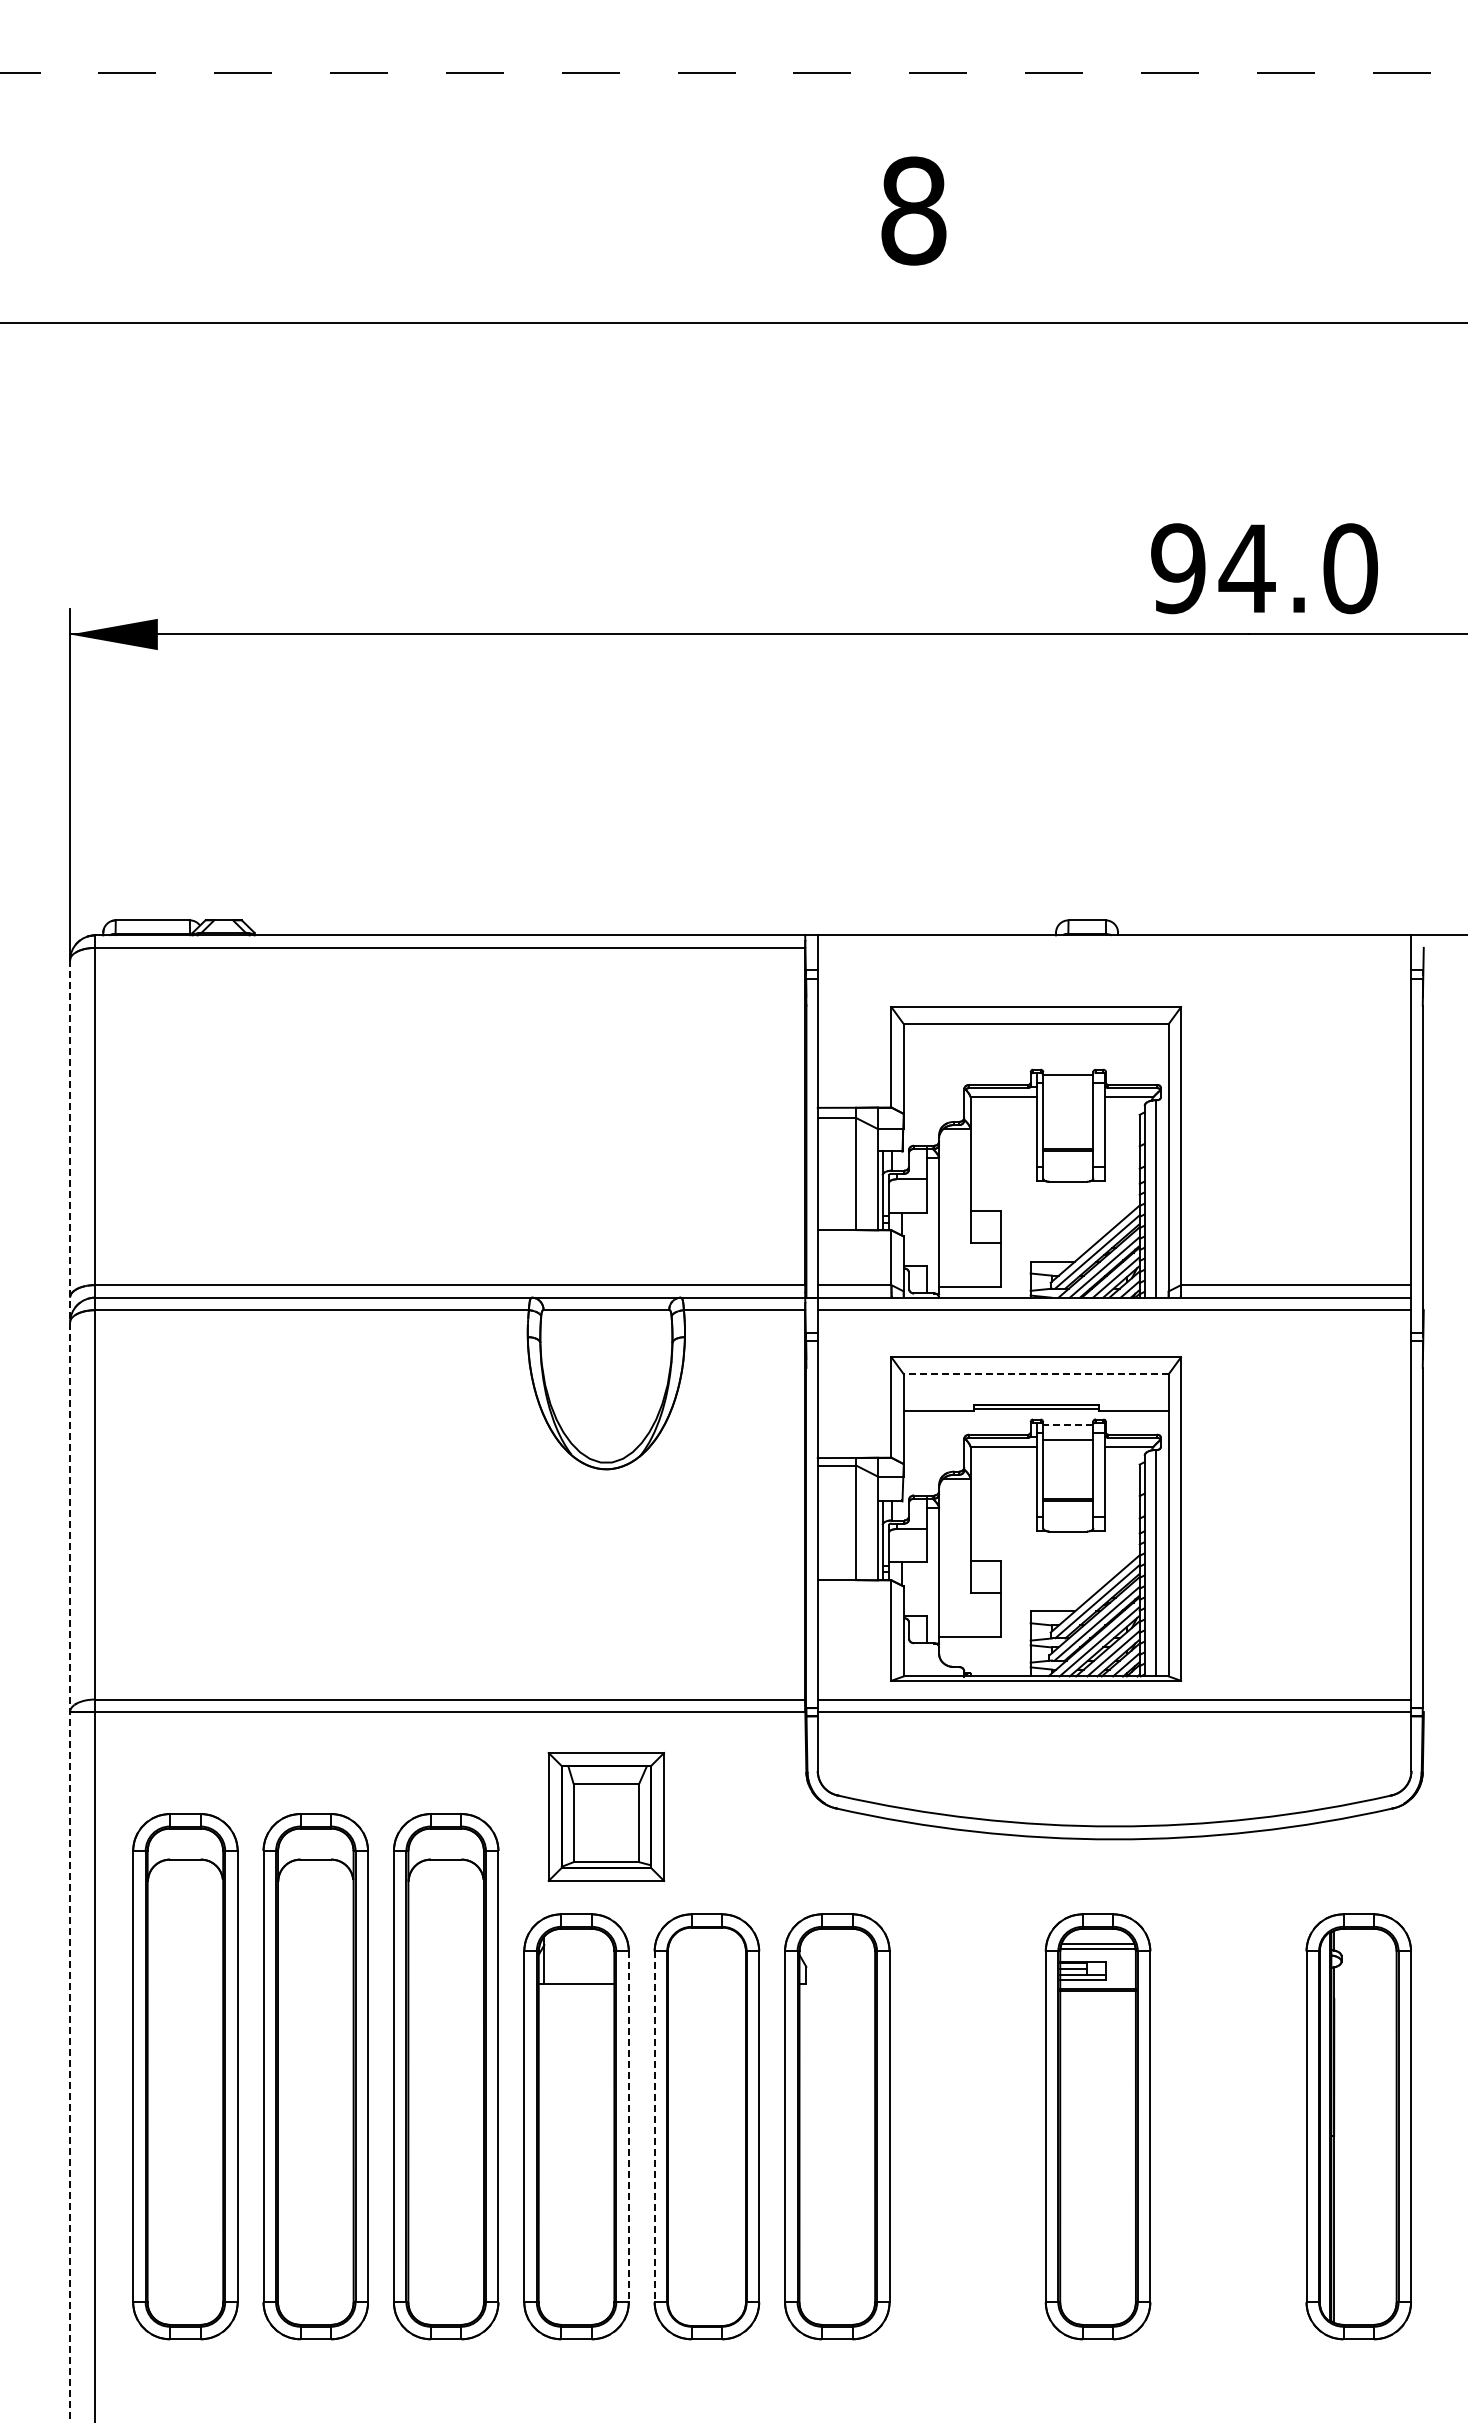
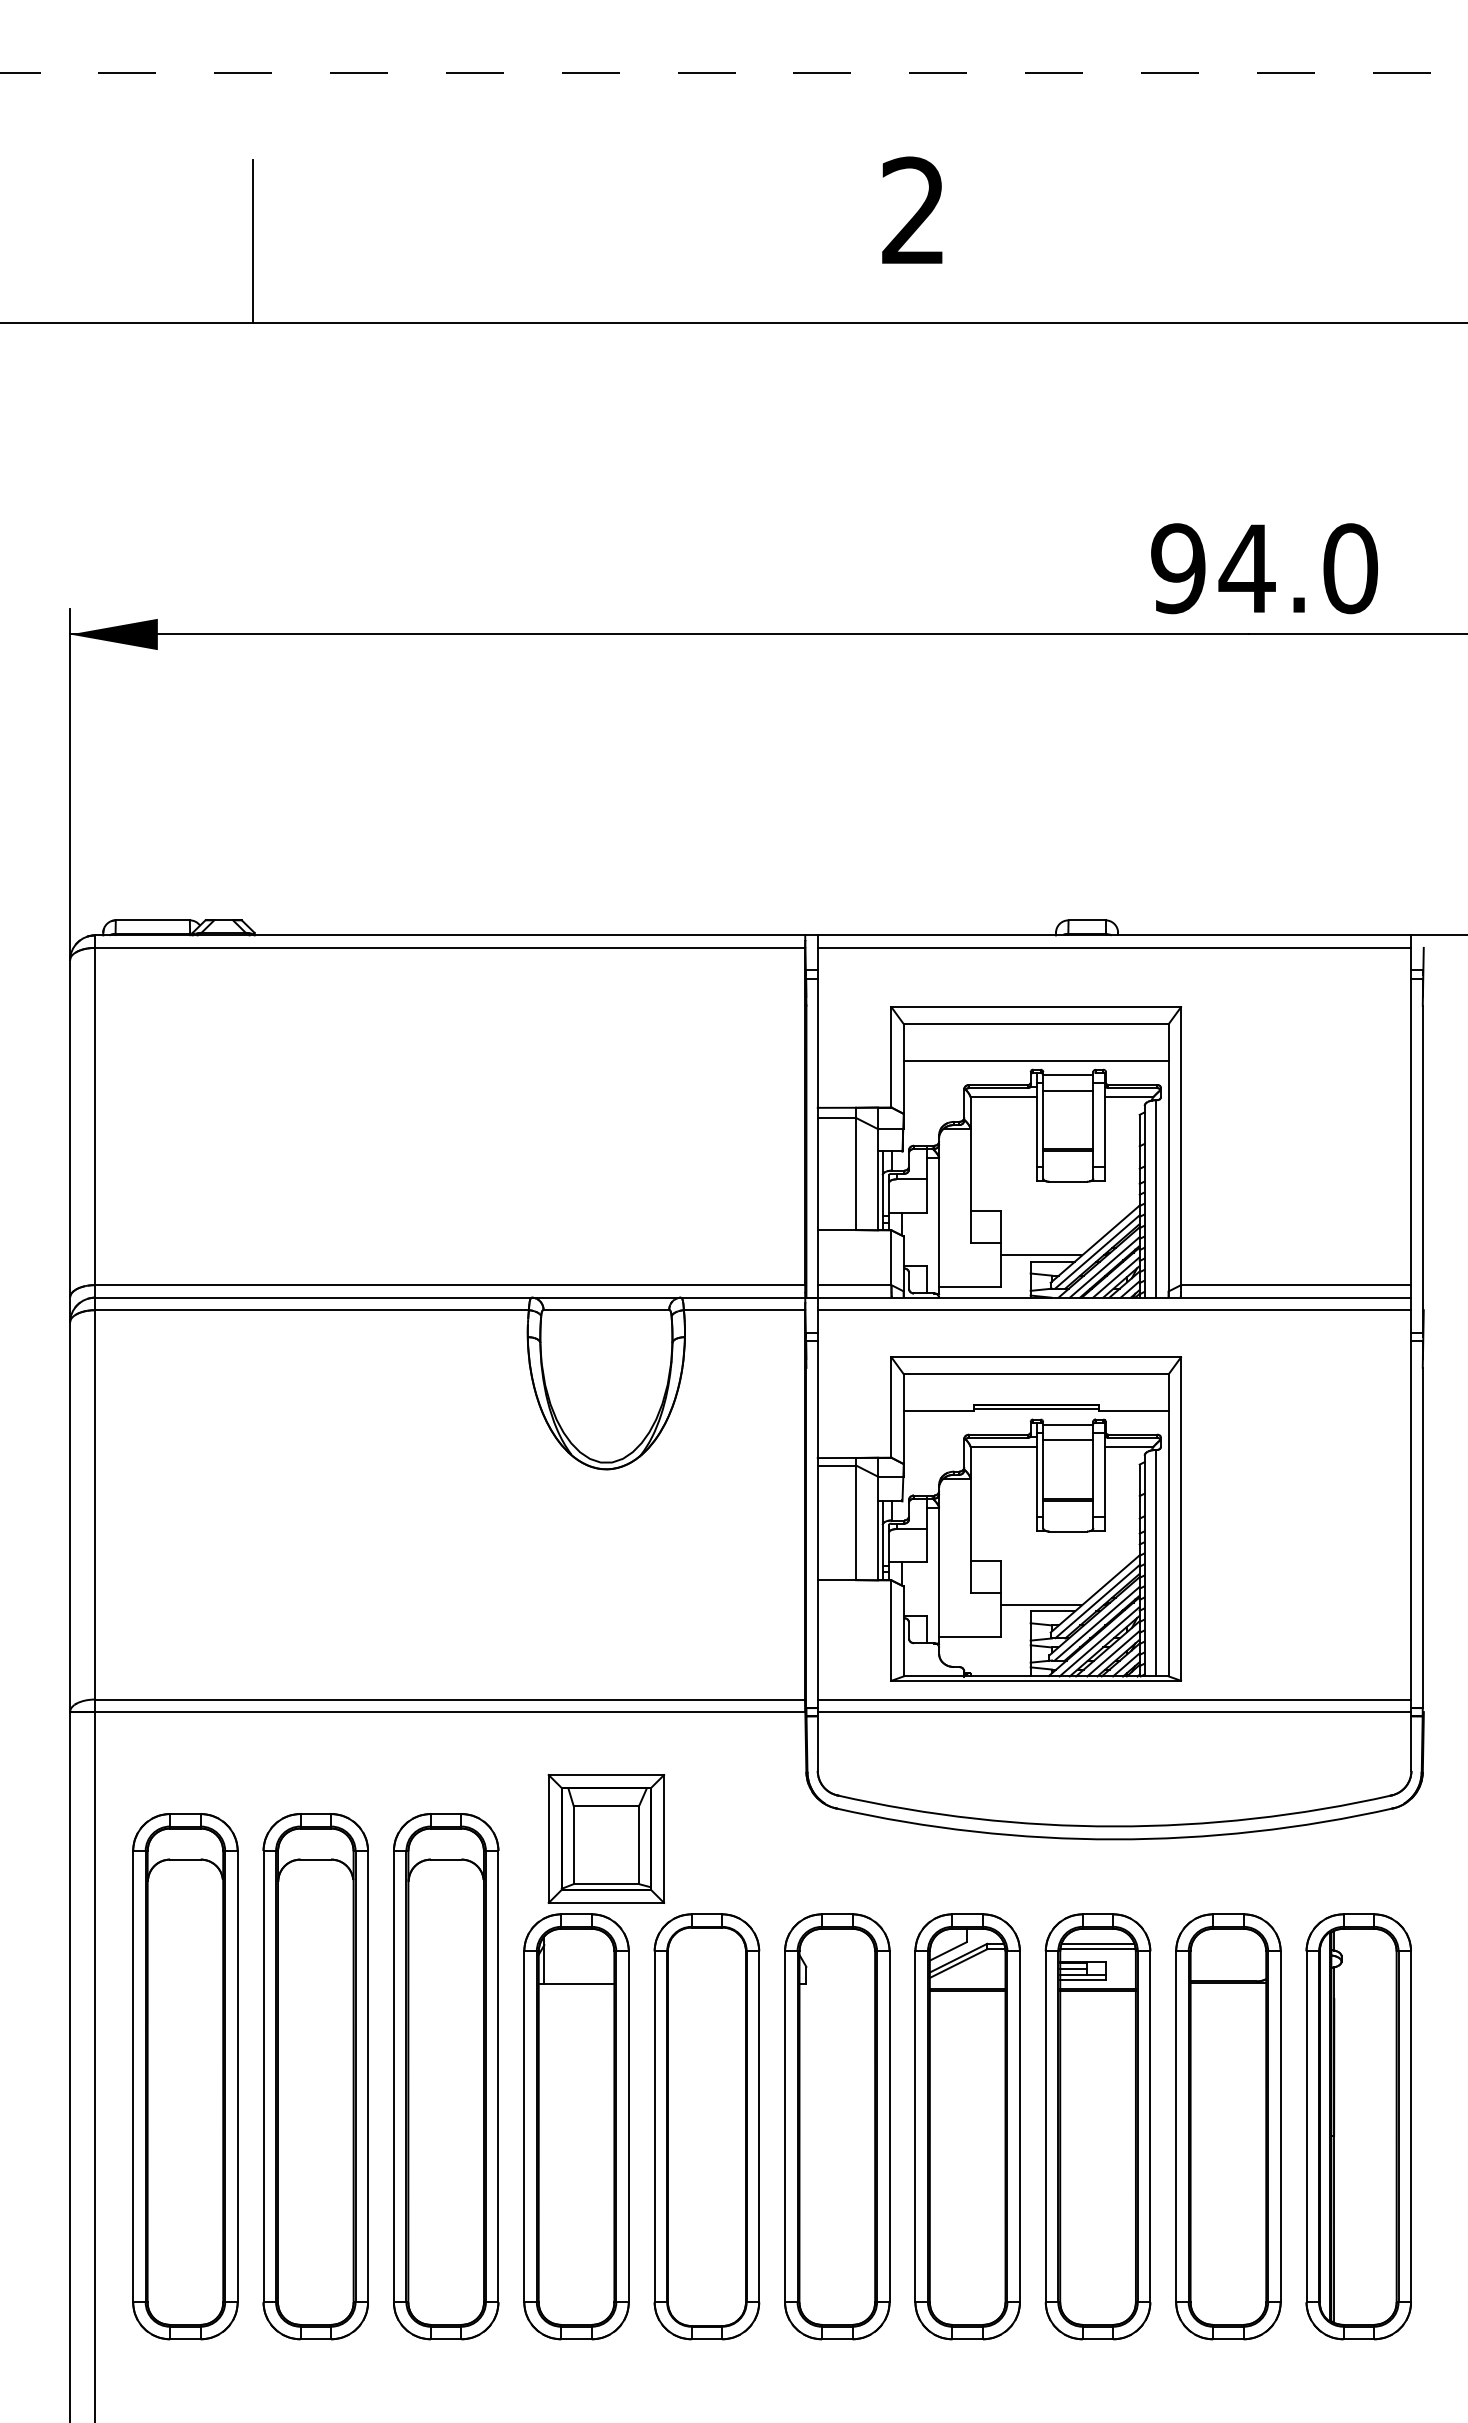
text at (913, 210): 8 -> 2
line at (253, 241): none -> present
line at (1114, 947): none -> present
line at (1035, 1060): none -> present
line at (1068, 1090): none -> present
line at (1041, 1255): none -> present
line at (1035, 1374): dashed -> solid
line at (1067, 1425): dashed -> solid
line at (1041, 1605): none -> present
line at (70, 1691): dashed -> solid
part at (606, 1816) position: (606, 1816) -> (606, 1838)
line at (628, 2126): dashed -> solid
line at (654, 2126): dashed -> solid
part at (967, 2126): none -> present
part at (1228, 2126): none -> present
